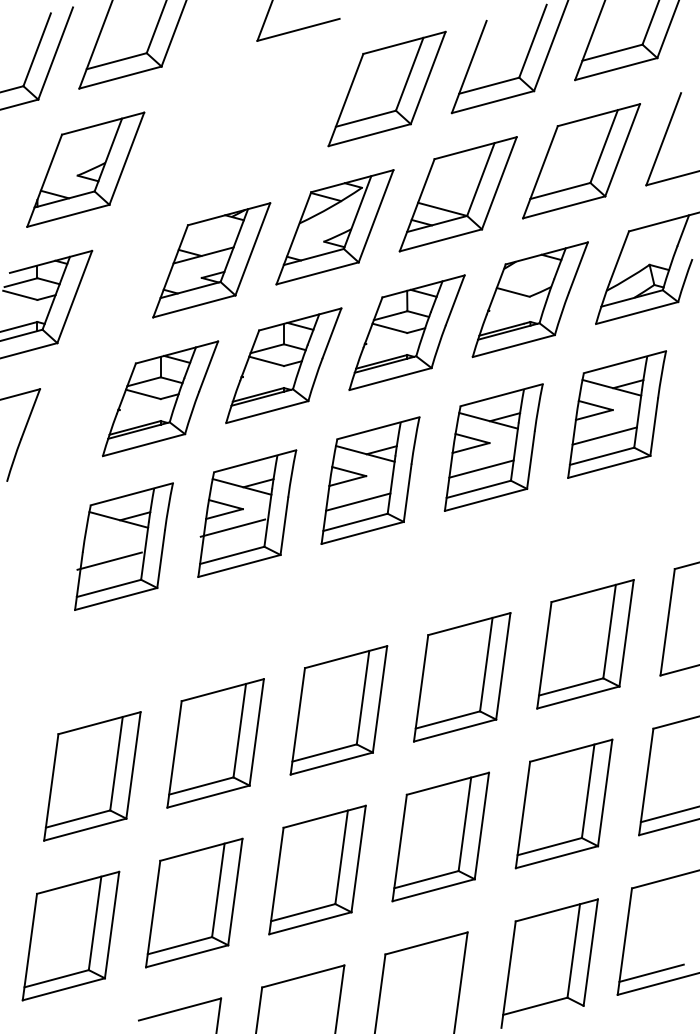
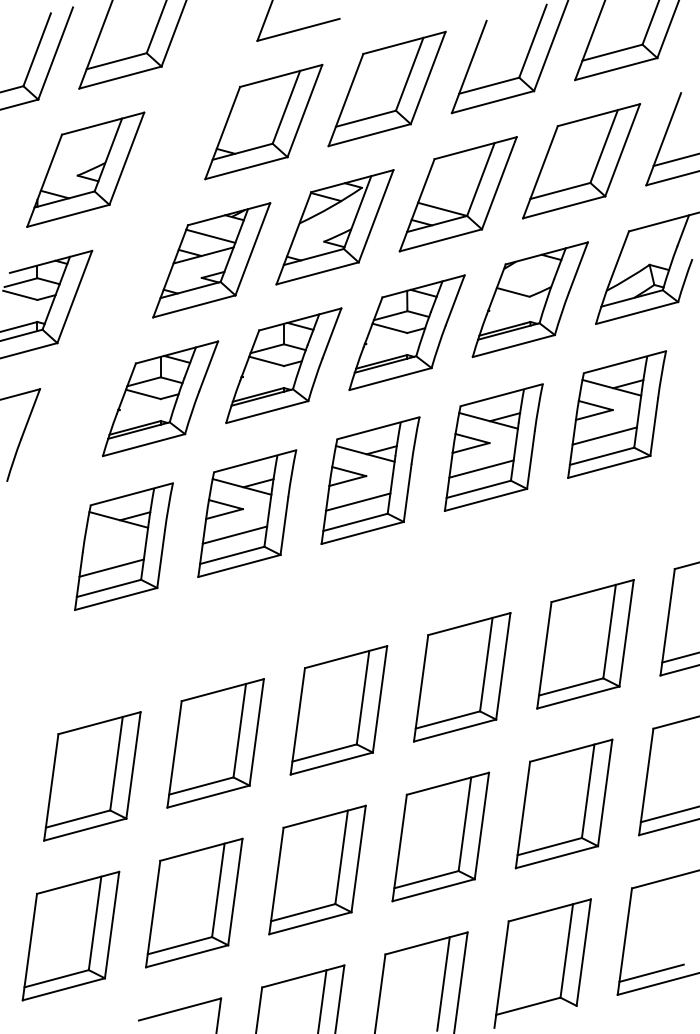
part at (263, 121): none -> present
line at (674, 160): none -> present
line at (210, 235): none -> present
line at (232, 527) position: (232, 527) -> (234, 534)
line at (109, 560) position: (109, 560) -> (111, 567)
line at (679, 657): none -> present
part at (549, 963) position: (549, 963) -> (542, 963)
line at (443, 983): none -> present
line at (322, 1000): none -> present
